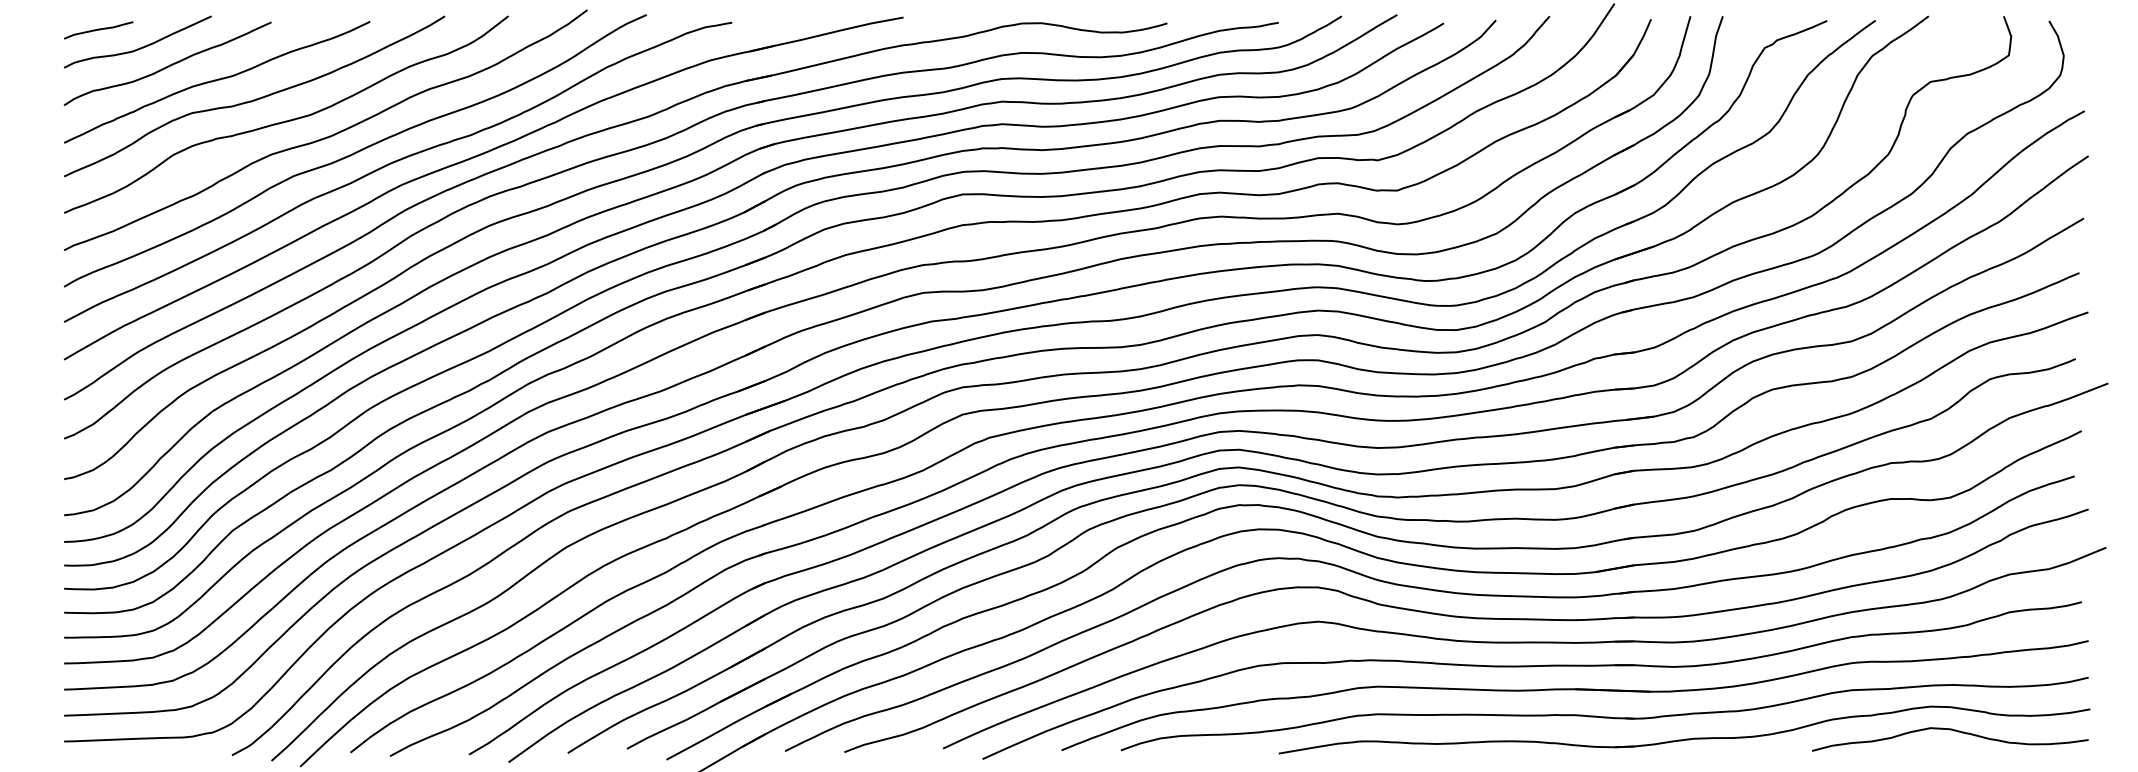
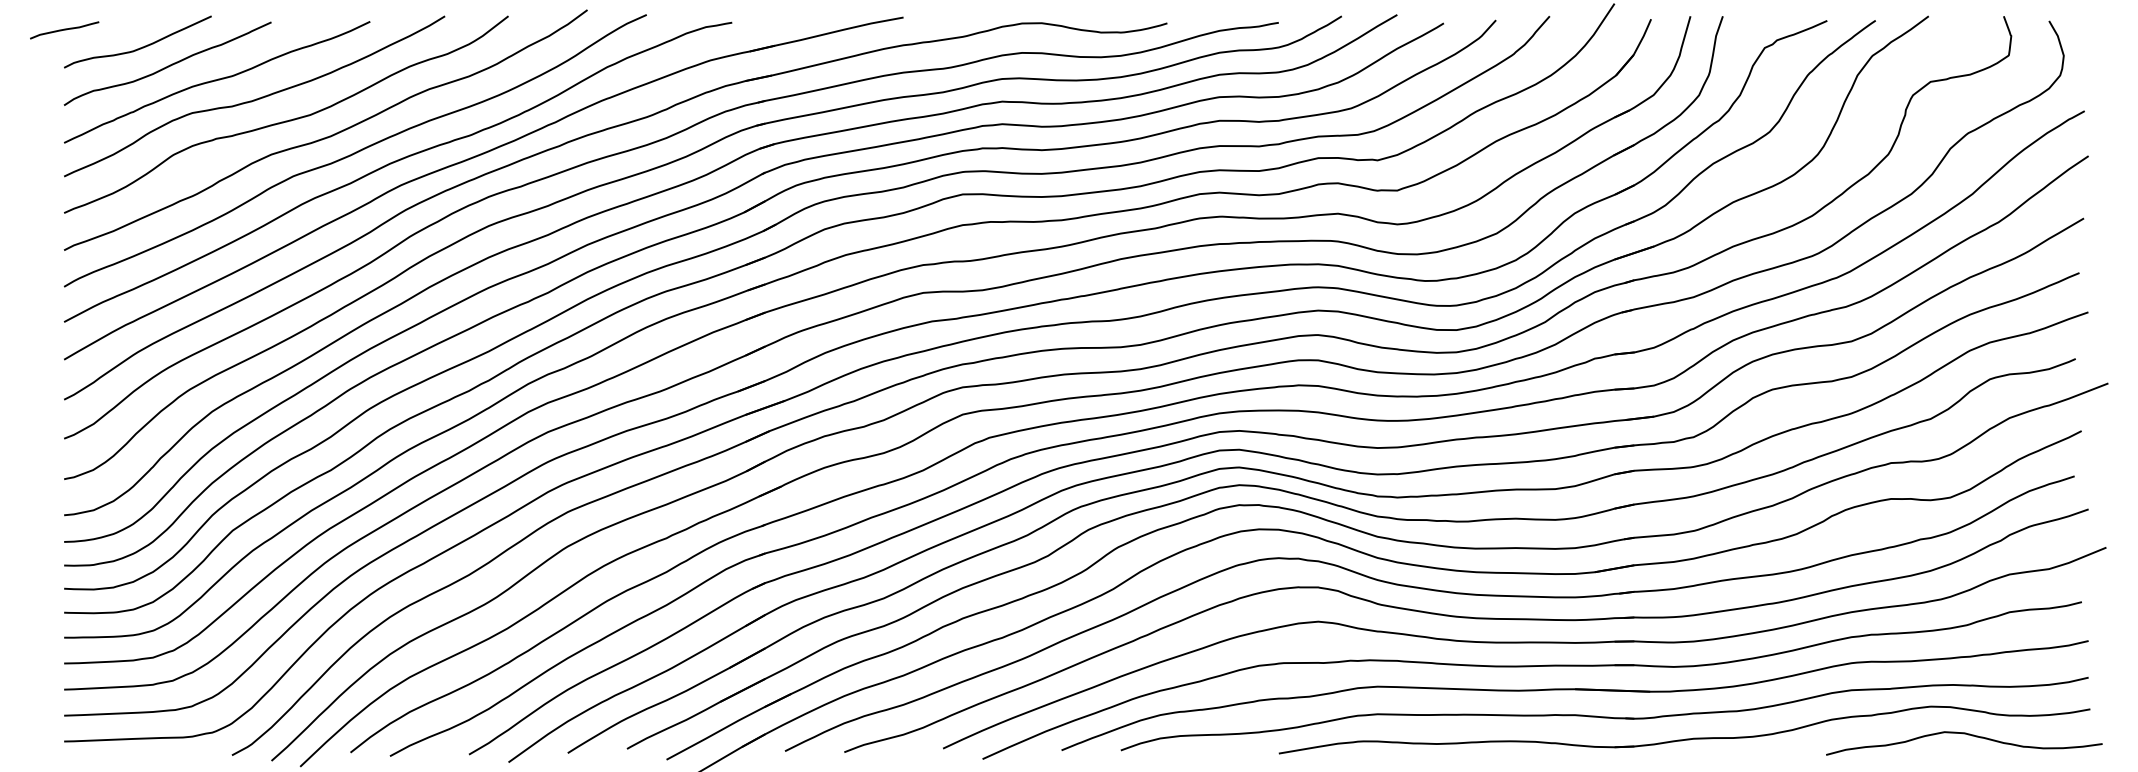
curve at (98, 30) position: (98, 30) -> (64, 30)
curve at (1954, 731) position: (1954, 731) -> (1968, 735)
